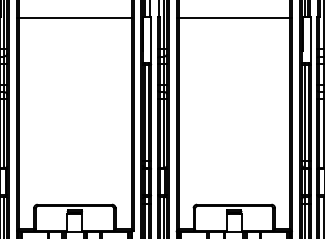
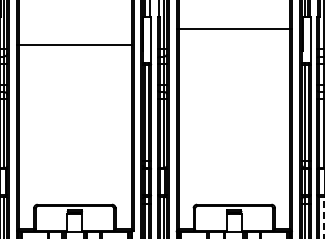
line at (74, 17) position: (74, 17) -> (74, 44)
line at (233, 17) position: (233, 17) -> (233, 28)
line at (323, 217): solid -> dashed
